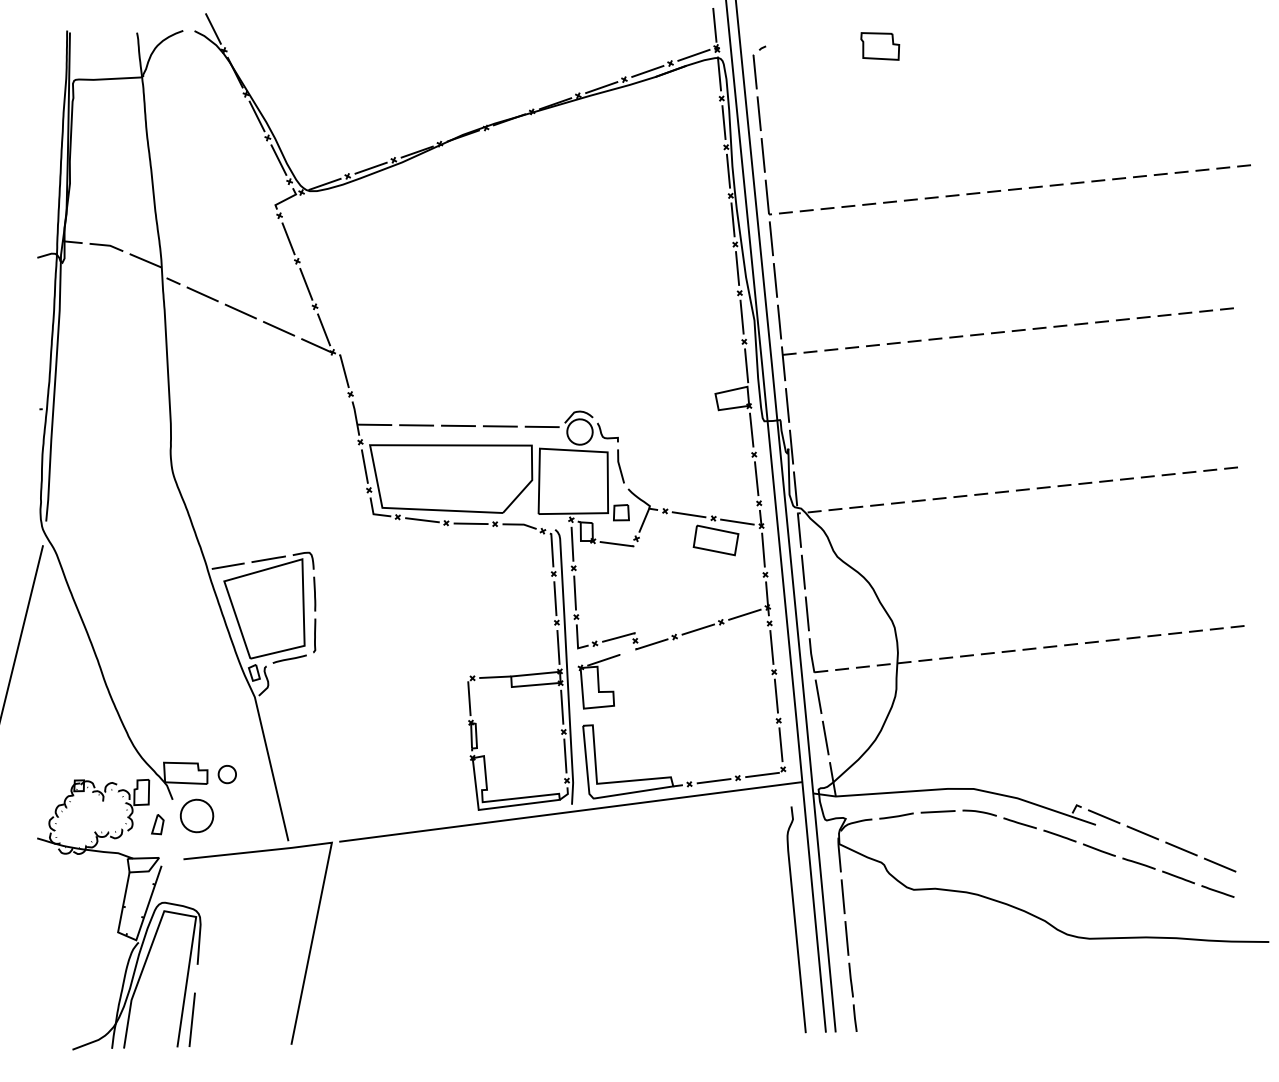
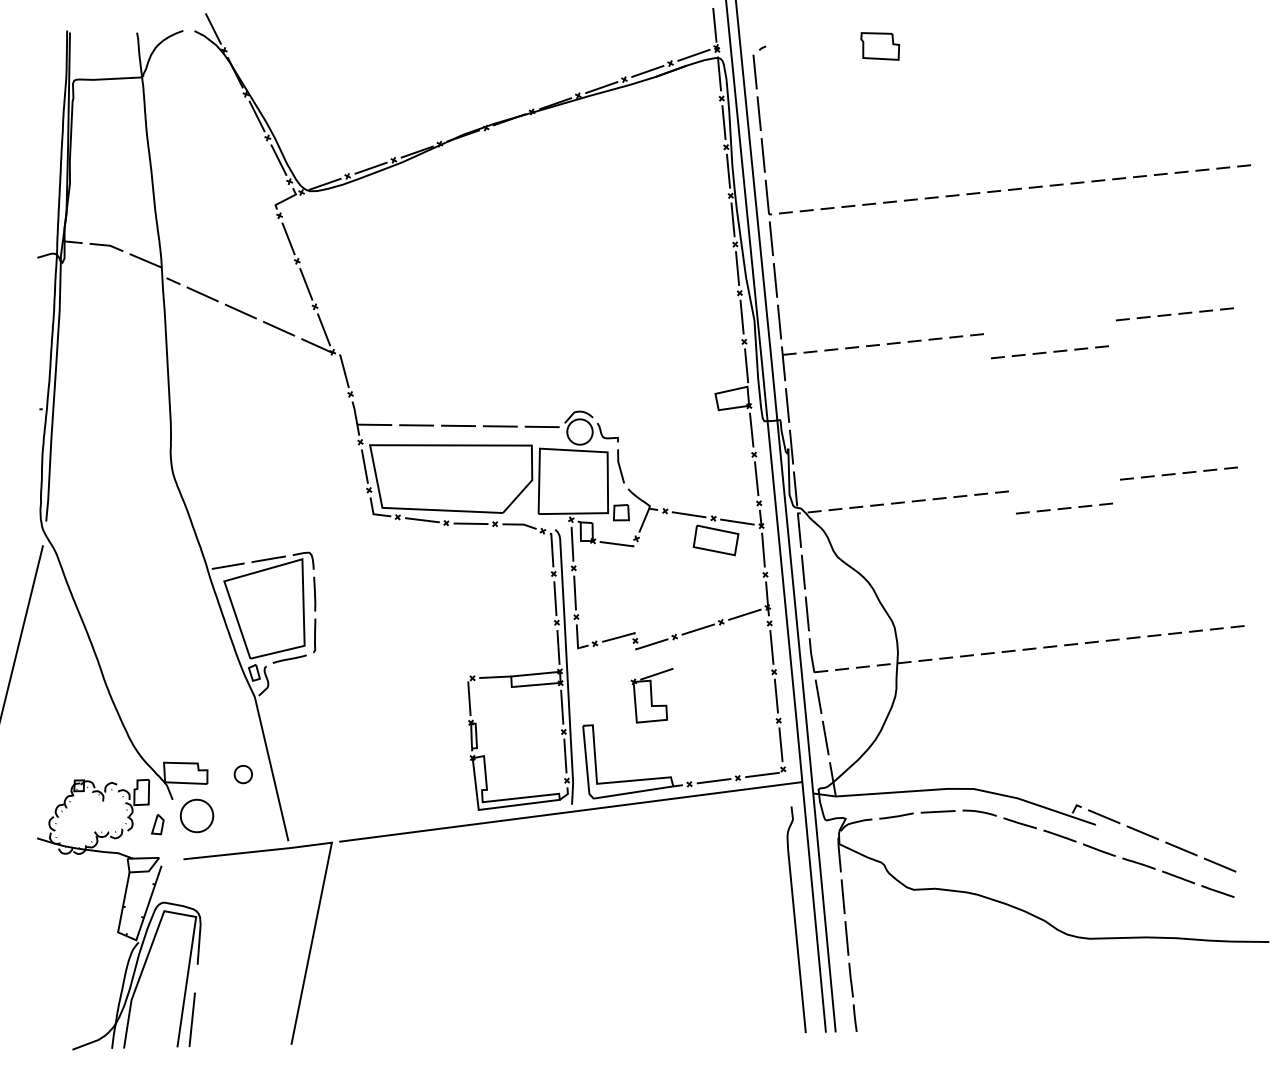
part at (1049, 327) position: (1049, 327) -> (1049, 352)
part at (1064, 485) position: (1064, 485) -> (1064, 508)
part at (598, 681) position: (598, 681) -> (651, 695)
part at (226, 774) position: (226, 774) -> (242, 774)
